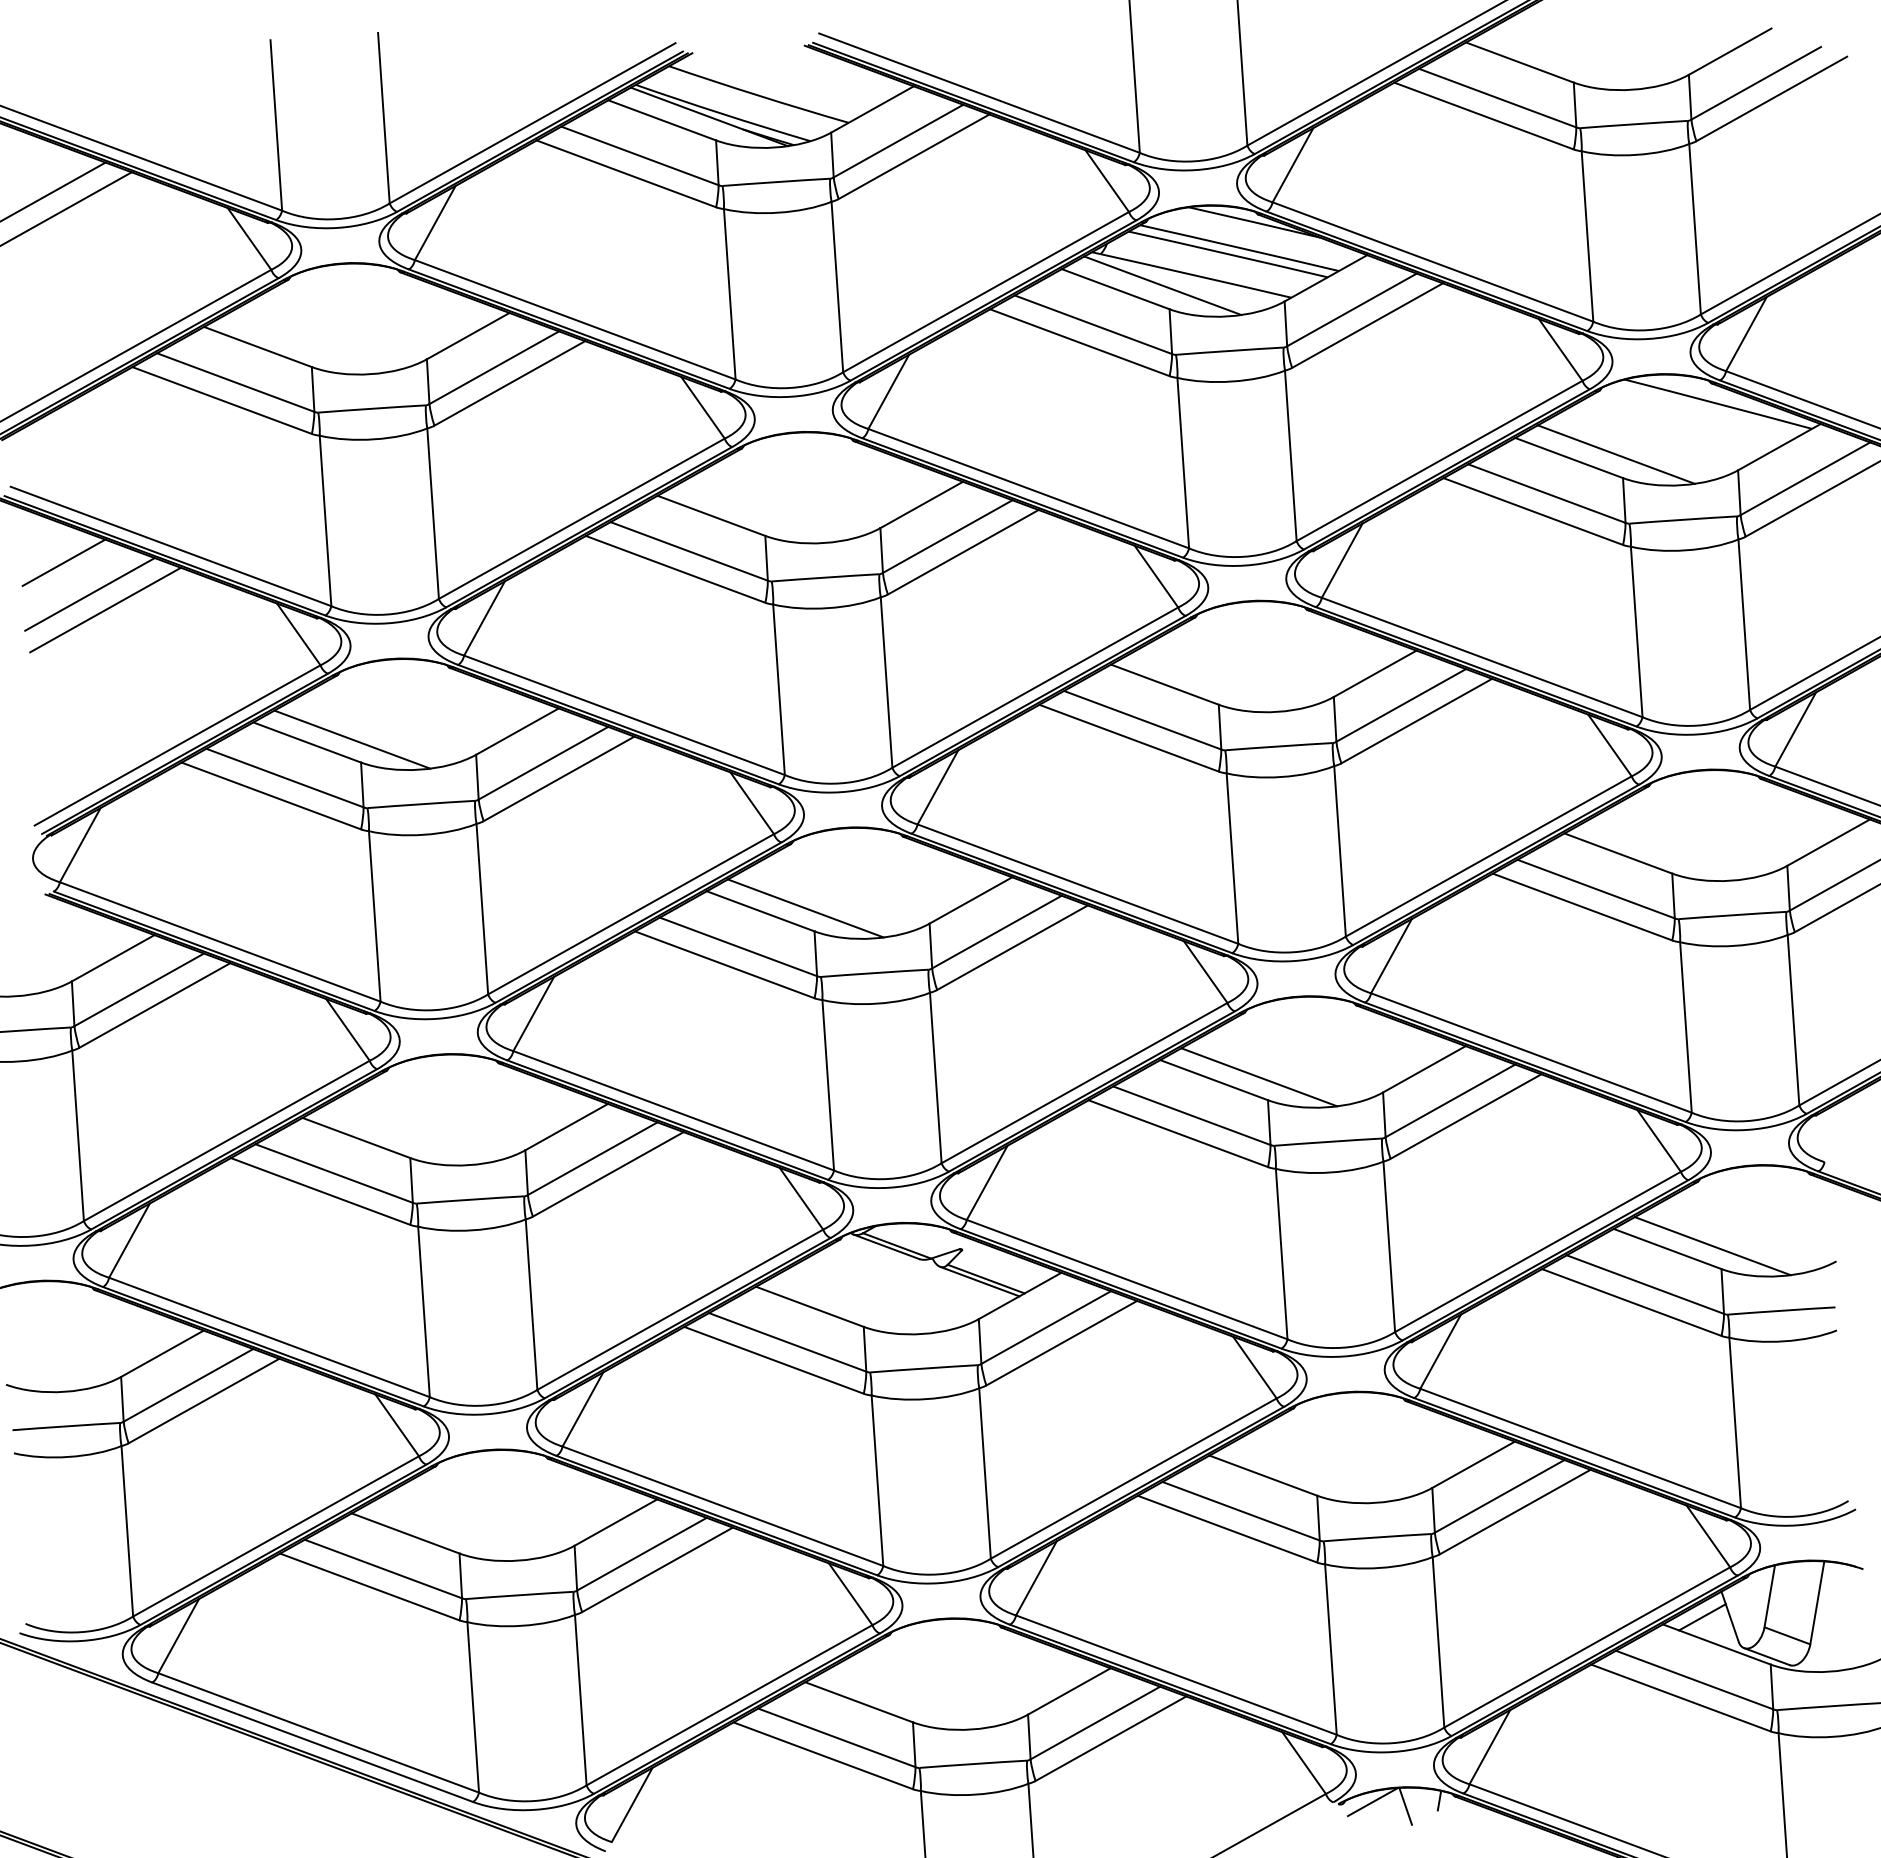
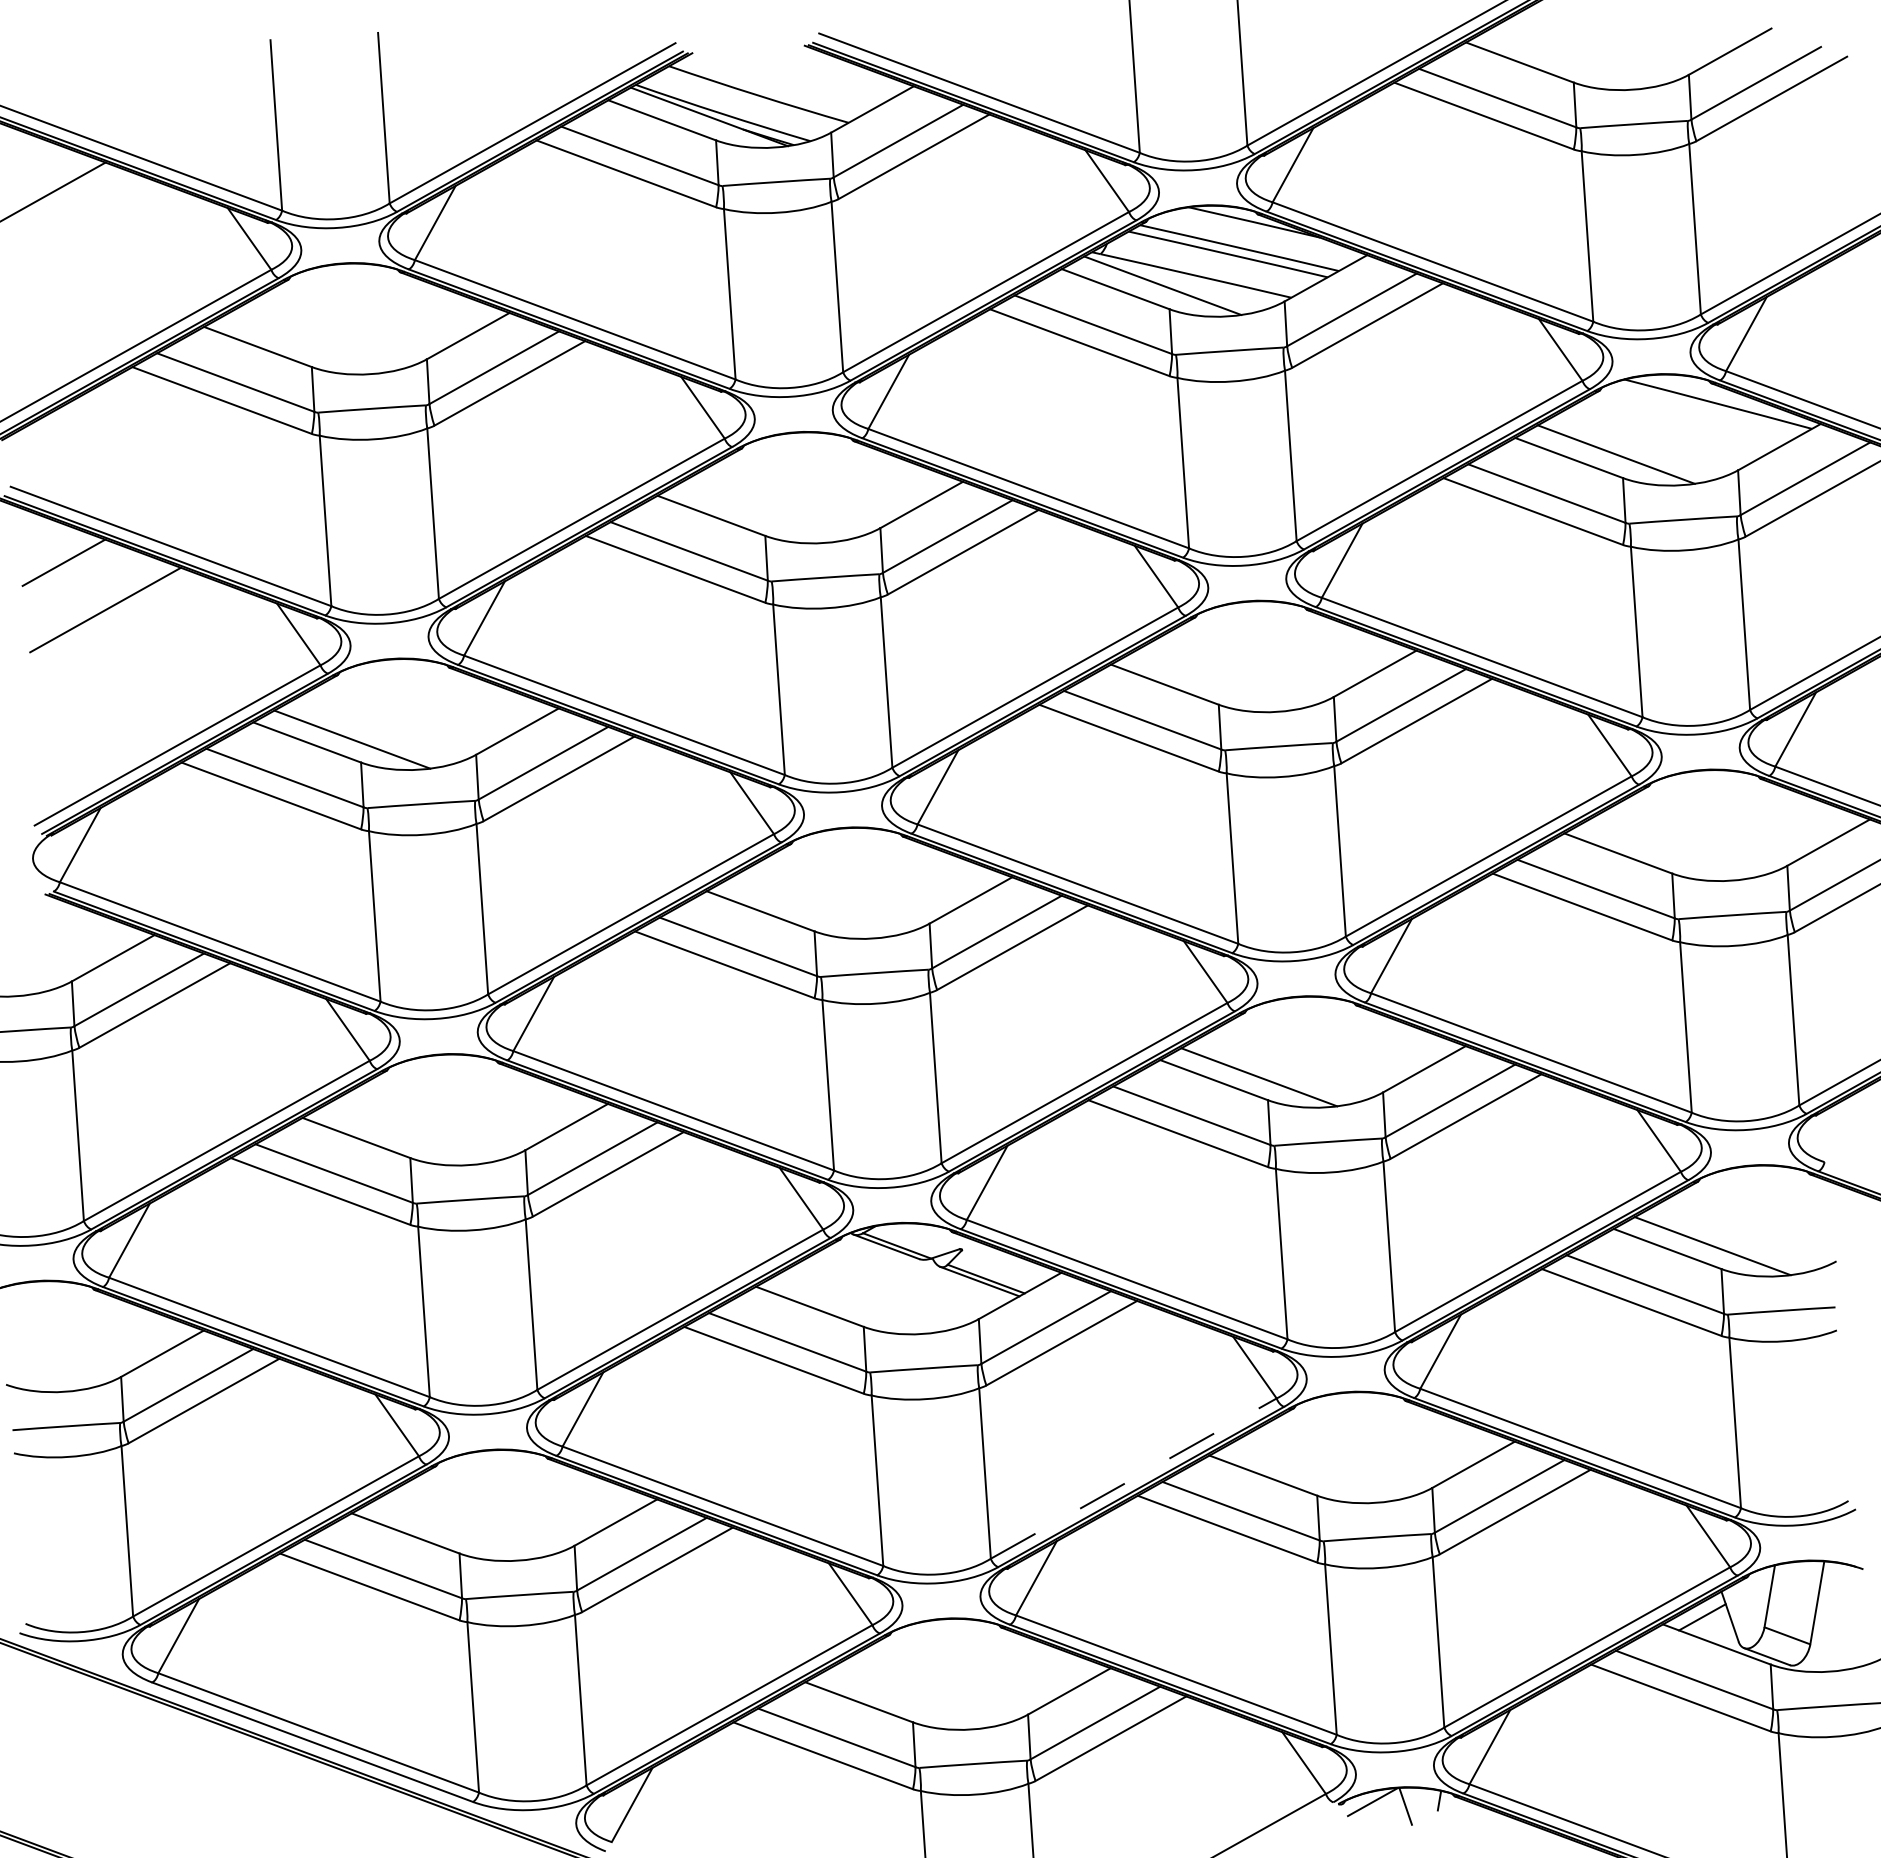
line at (66, 208): present -> none
line at (89, 594): present -> none
line at (805, 908): present -> none
line at (1133, 1478): solid -> dashed
